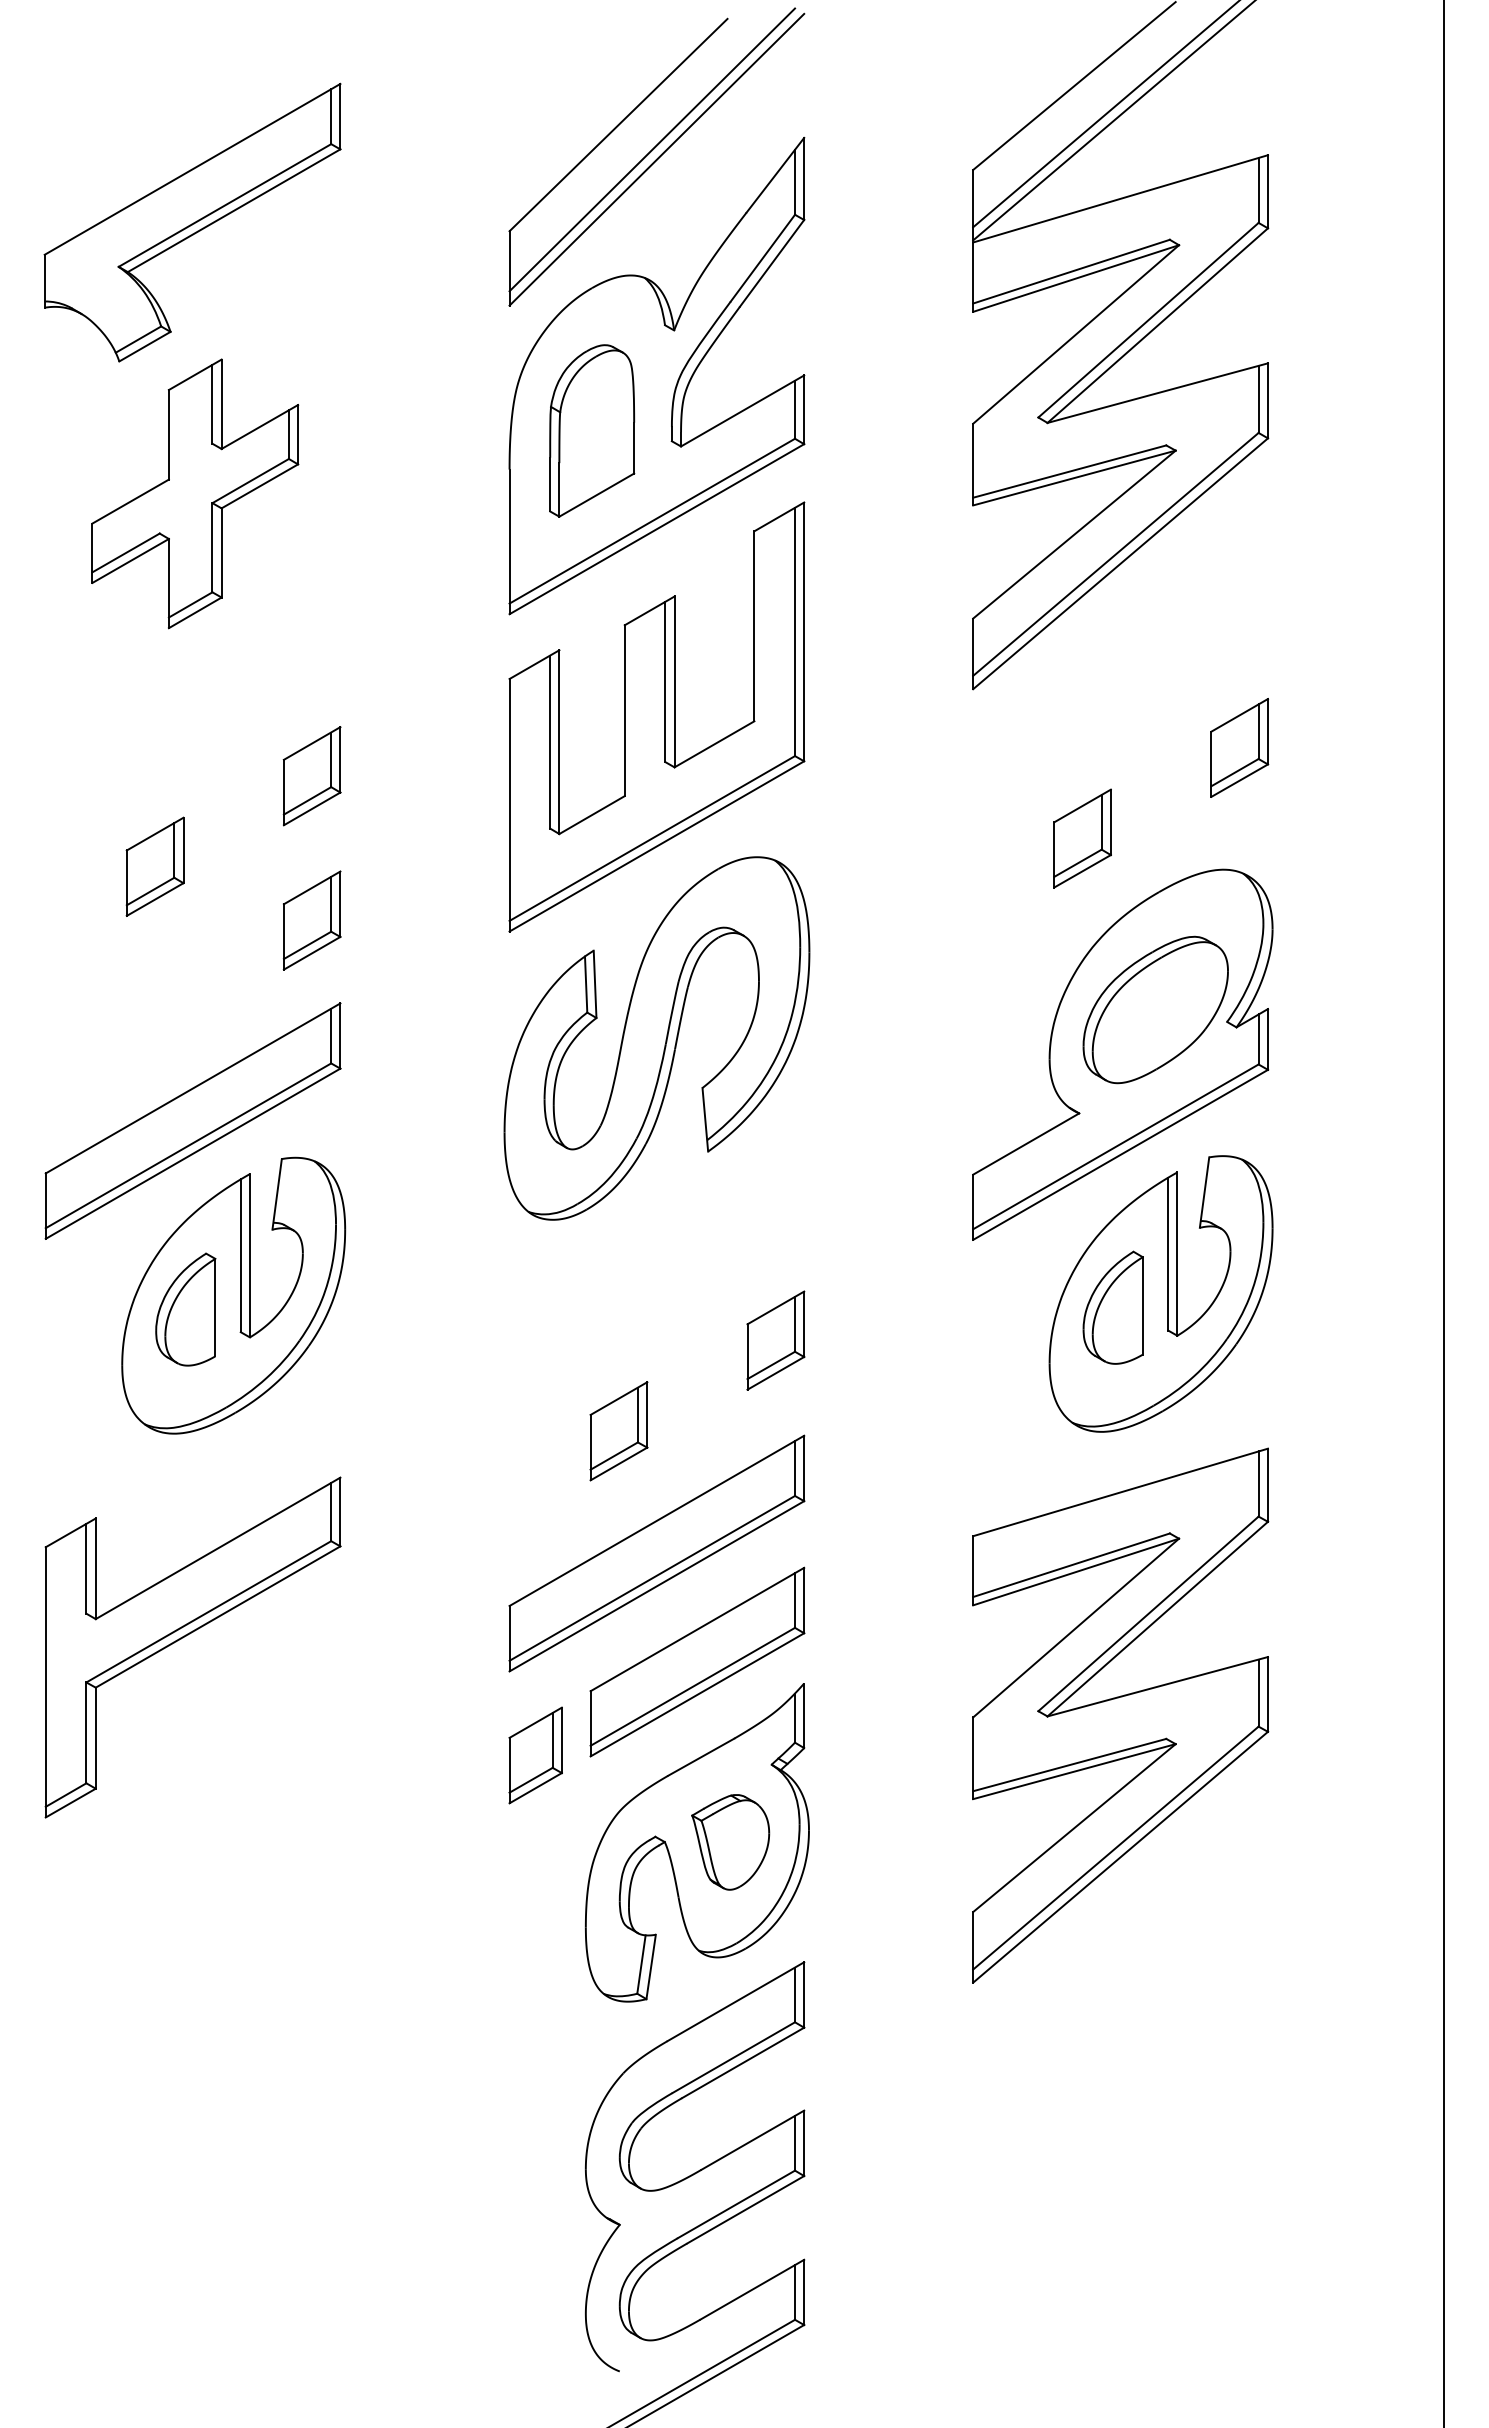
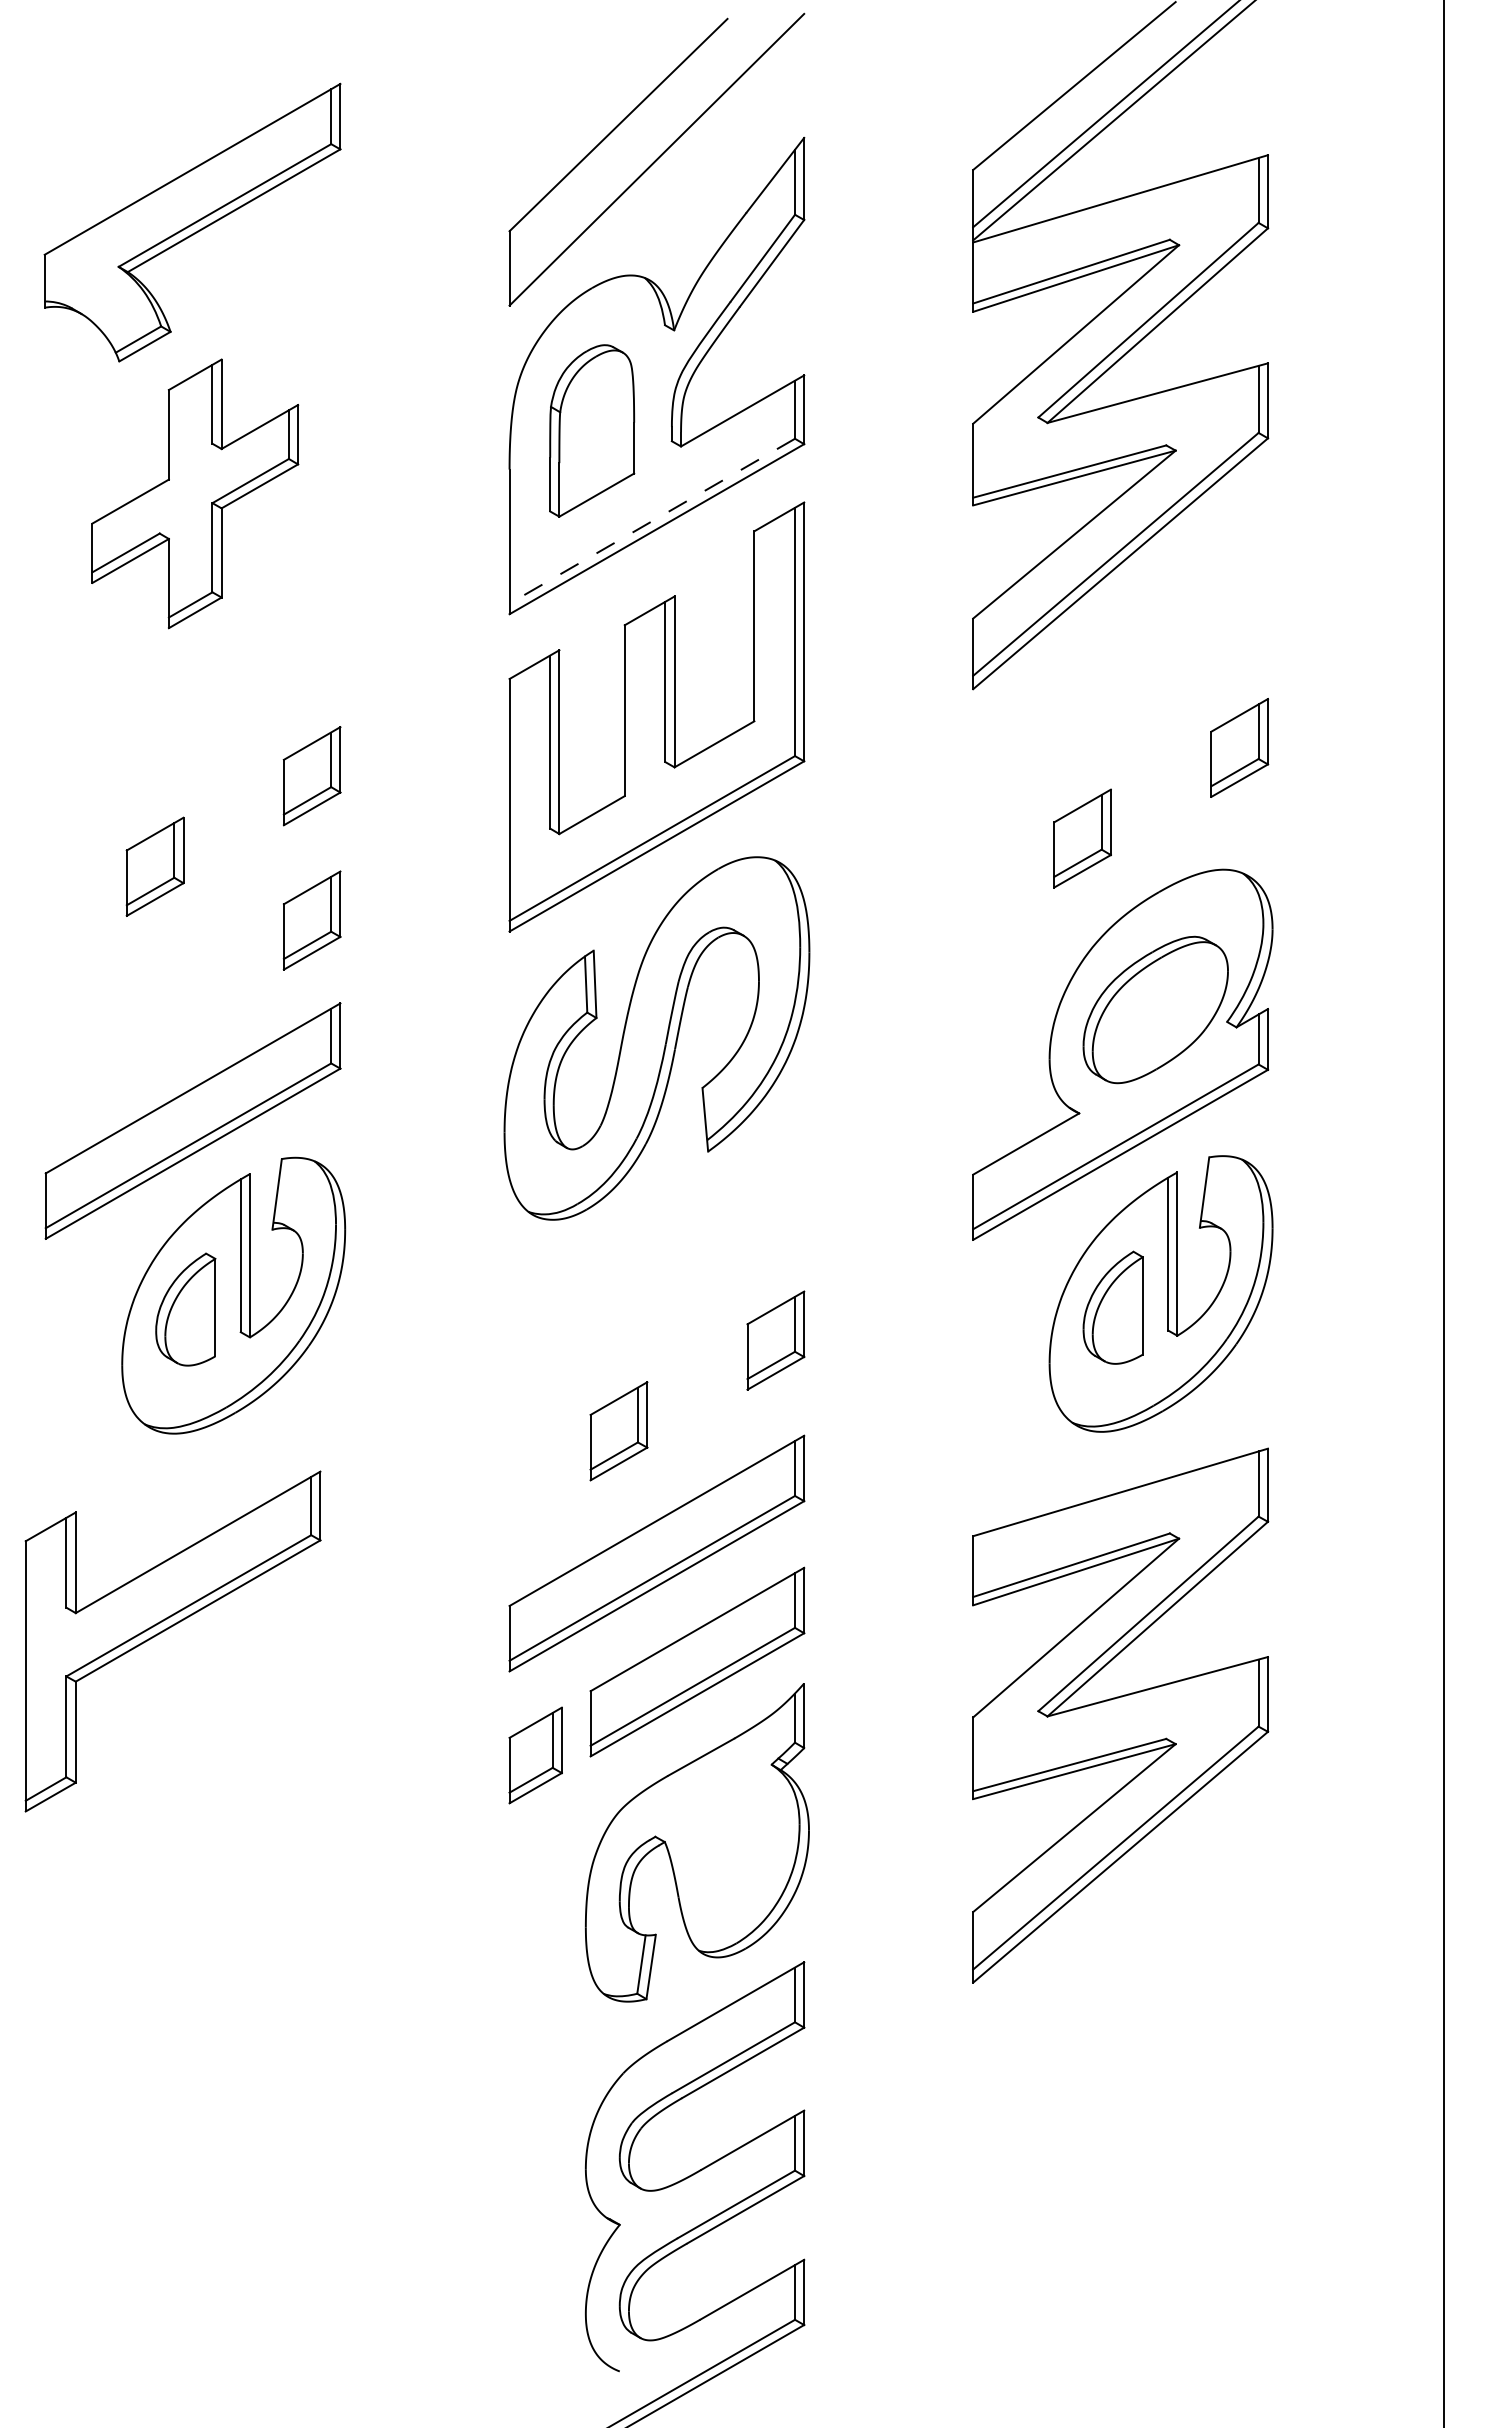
line at (652, 149): present -> none
line at (652, 521): solid -> dashed
part at (186, 1636) position: (186, 1636) -> (166, 1630)
part at (730, 1842): present -> none
